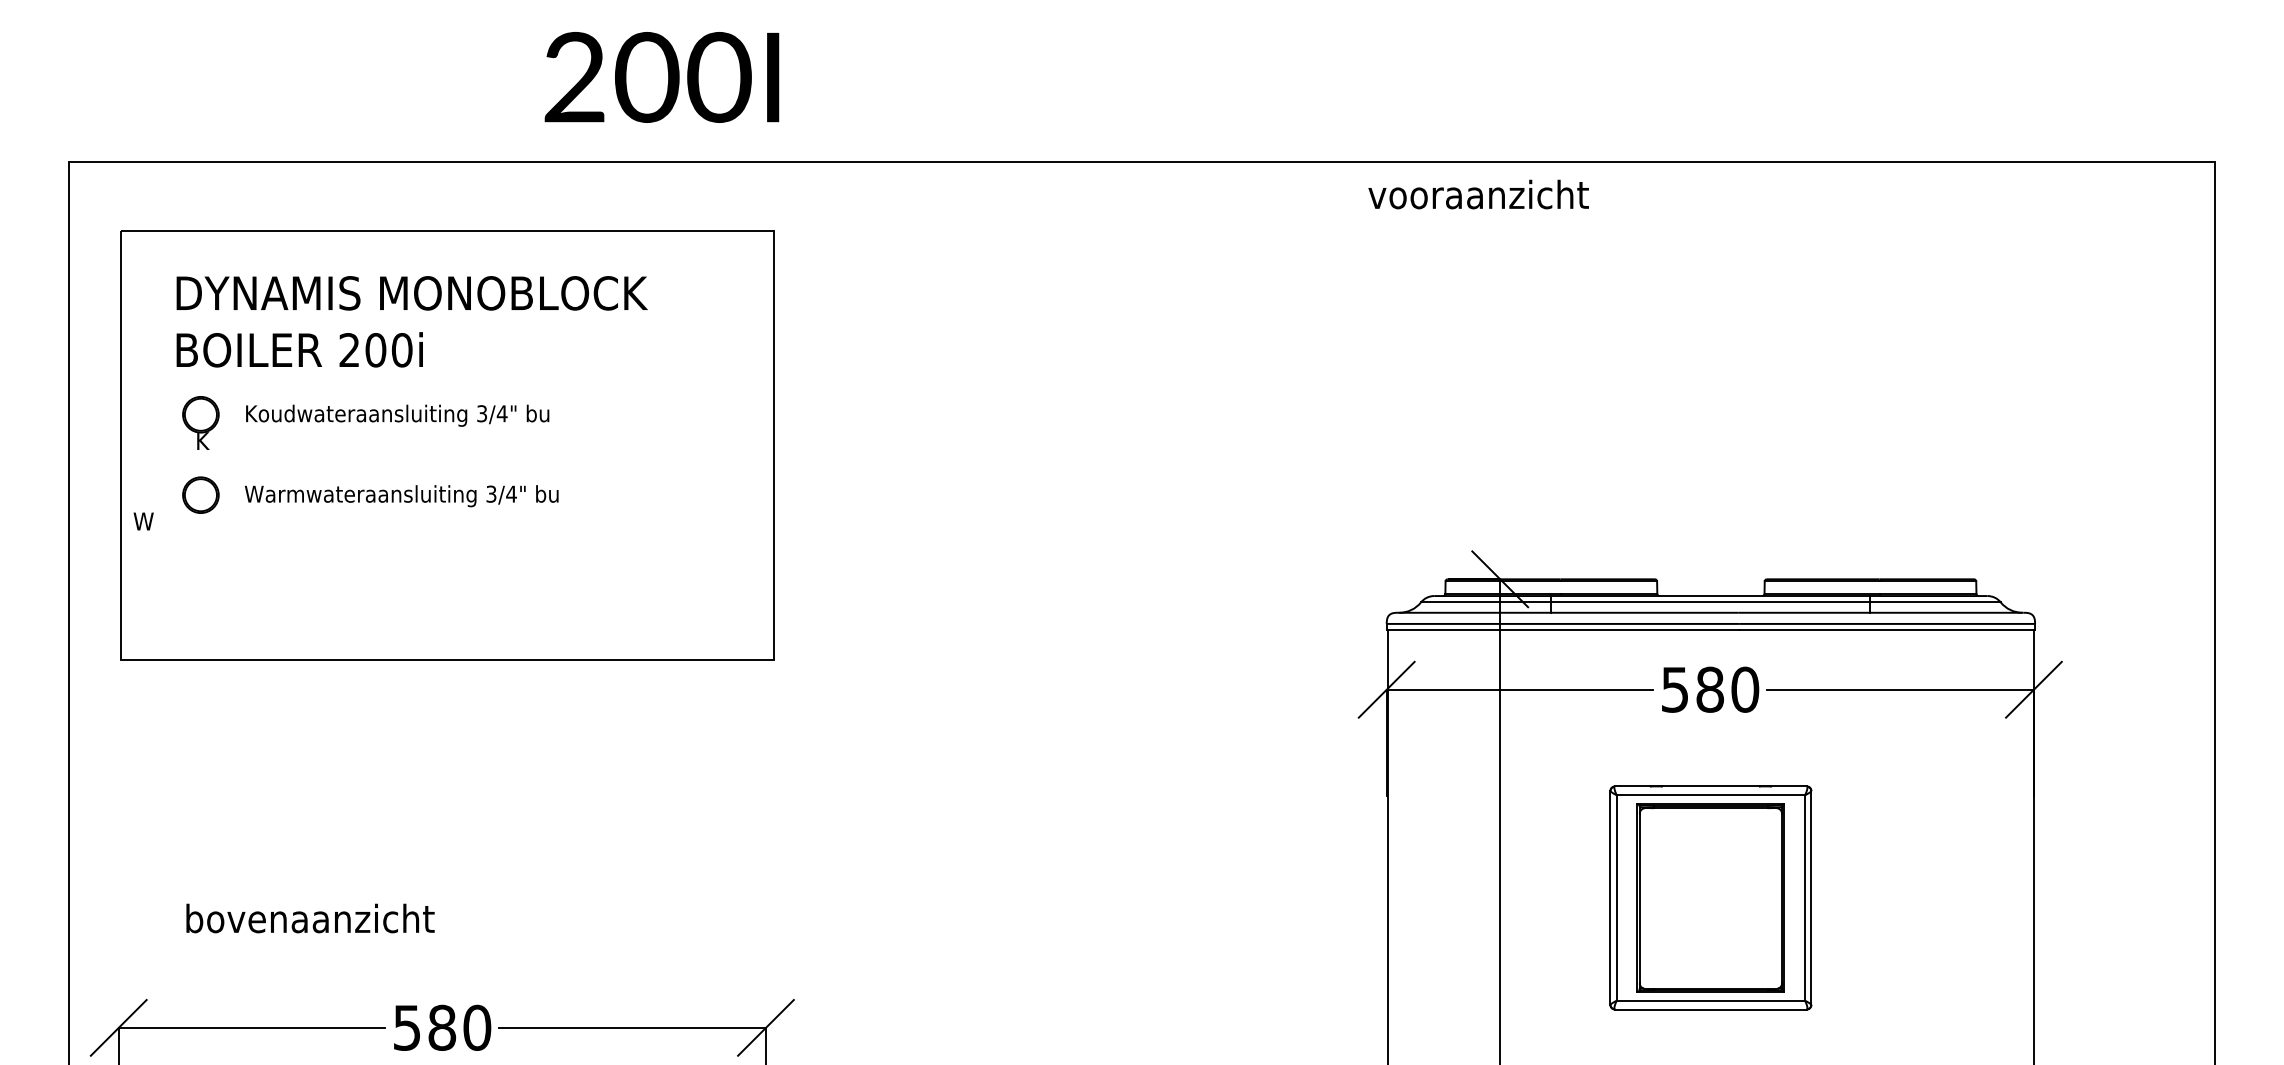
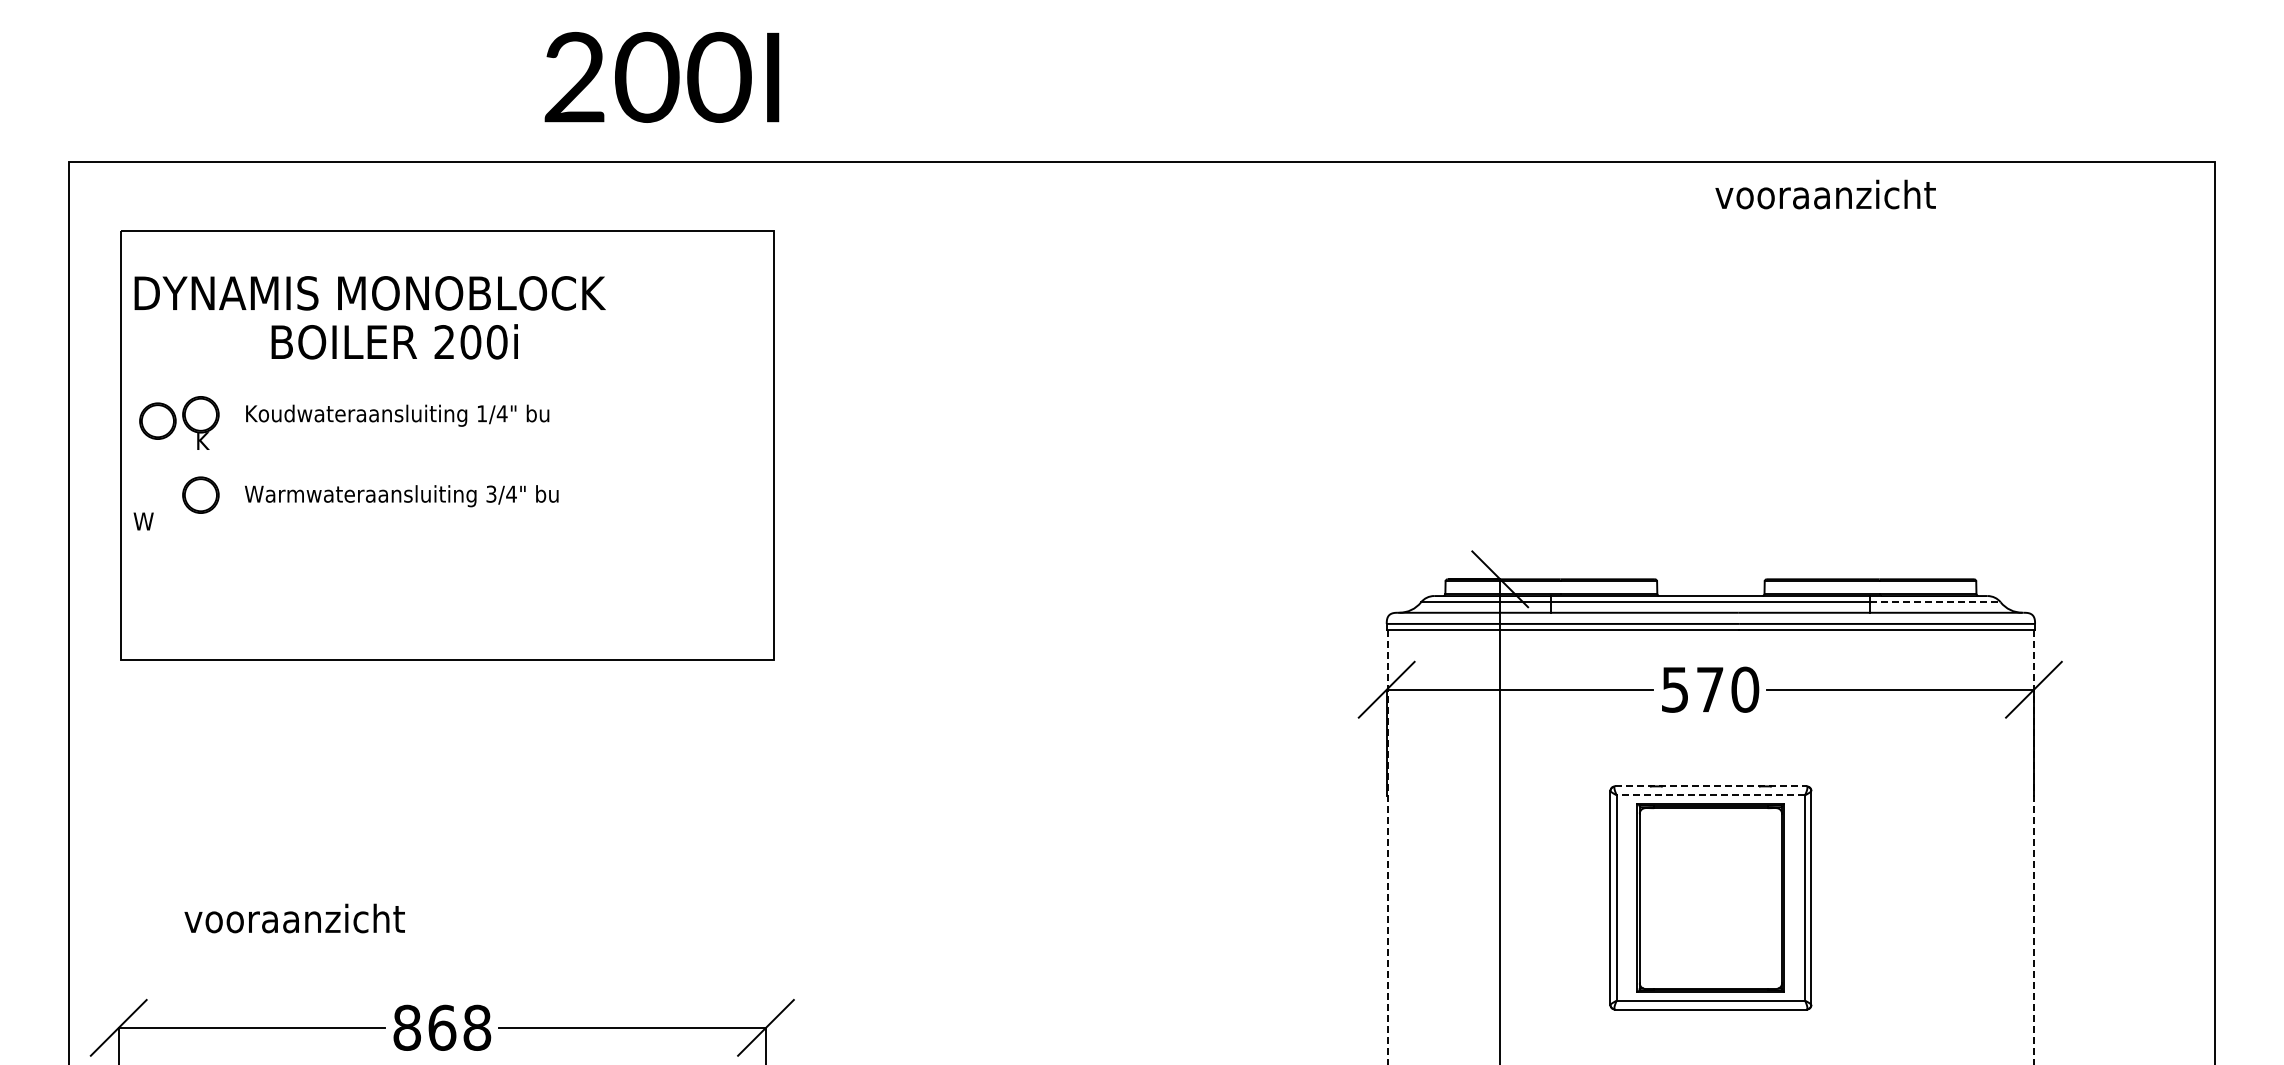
text at (1478, 194) position: (1478, 194) -> (1825, 194)
text at (411, 293) position: (411, 293) -> (369, 293)
text at (299, 349) position: (299, 349) -> (394, 341)
text at (482, 413): 3/4" -> 1/4"
part at (157, 420): none -> present
line at (1936, 602): solid -> dashed
text at (1710, 689): 580 -> 570
line at (1710, 786): solid -> dashed
line at (1710, 795): solid -> dashed
line at (2033, 846): solid -> dashed
line at (1387, 847): solid -> dashed
text at (309, 918): bovenaanzicht -> vooraanzicht
text at (442, 1027): 580 -> 868
